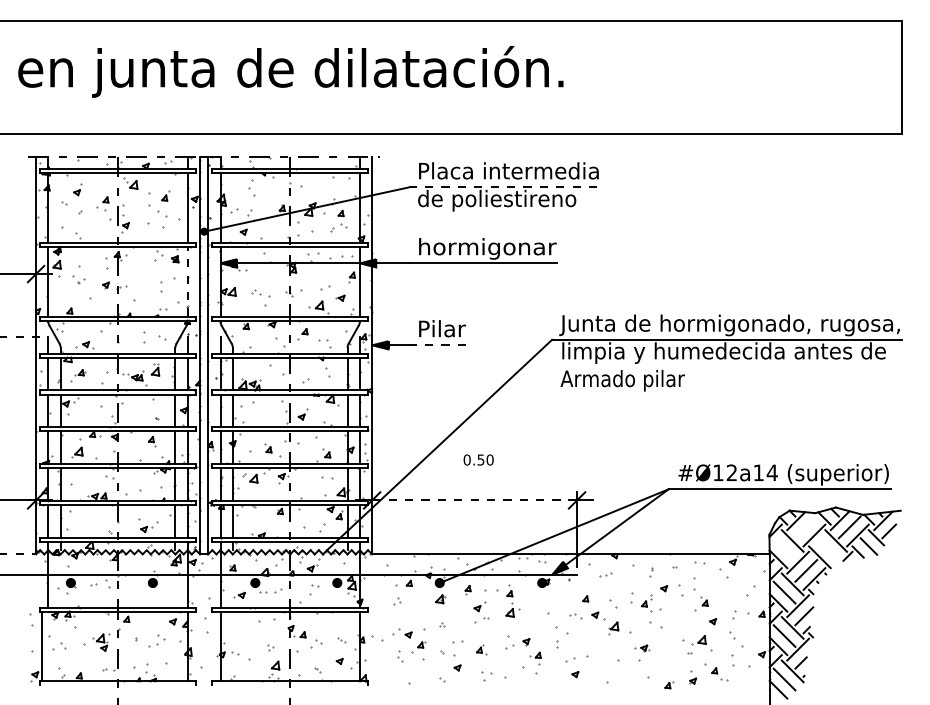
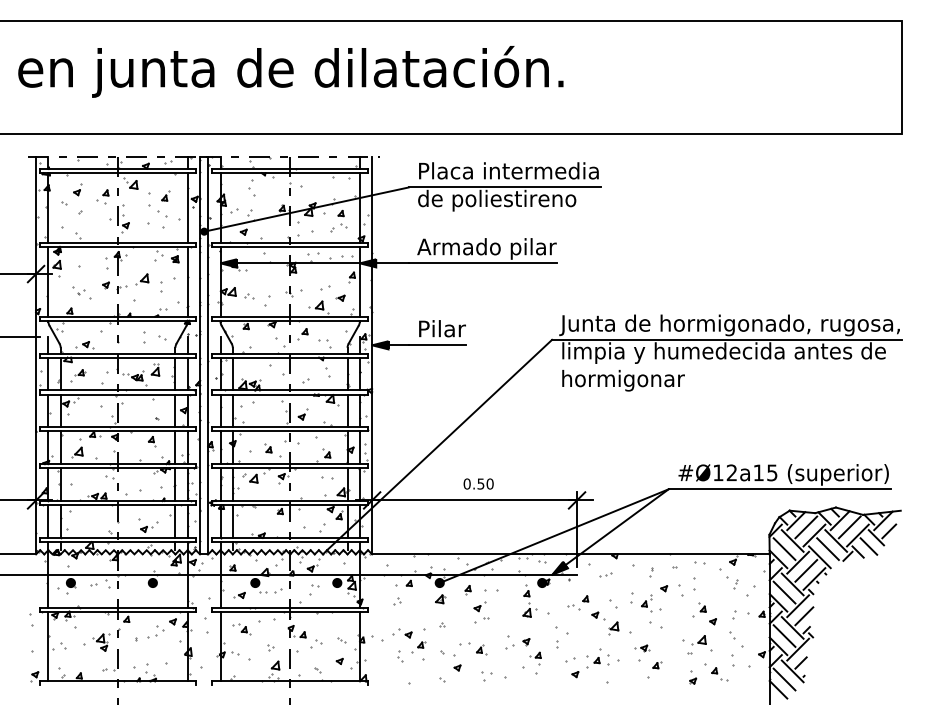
line at (505, 187): dashed -> solid
part at (102, 203) position: (102, 203) -> (102, 196)
text at (485, 248): hormigonar -> Armado pilar
part at (78, 279) position: (78, 279) -> (78, 290)
part at (142, 279): none -> present
line at (187, 281): dashed -> solid
part at (256, 292) position: (256, 292) -> (249, 296)
line at (20, 337): dashed -> solid
line at (437, 345): dashed -> solid
text at (621, 380): Armado pilar -> hormigonar
text at (478, 459) position: (478, 459) -> (478, 483)
text at (771, 472): #Ø12a14 -> #Ø12a15
line at (475, 500): dashed -> solid
line at (806, 527): none -> present
line at (784, 548): none -> present
line at (827, 548): none -> present
line at (18, 554): dashed -> solid
part at (735, 584): none -> present
part at (512, 600) position: (512, 600) -> (529, 600)
part at (701, 603) position: (701, 603) -> (699, 609)
part at (575, 616) position: (575, 616) -> (573, 607)
part at (241, 629): none -> present
part at (156, 640) position: (156, 640) -> (155, 631)
part at (457, 641) position: (457, 641) -> (464, 643)
line at (42, 646) position: (42, 646) -> (48, 646)
part at (597, 658): none -> present
part at (669, 685) position: (669, 685) -> (657, 665)
